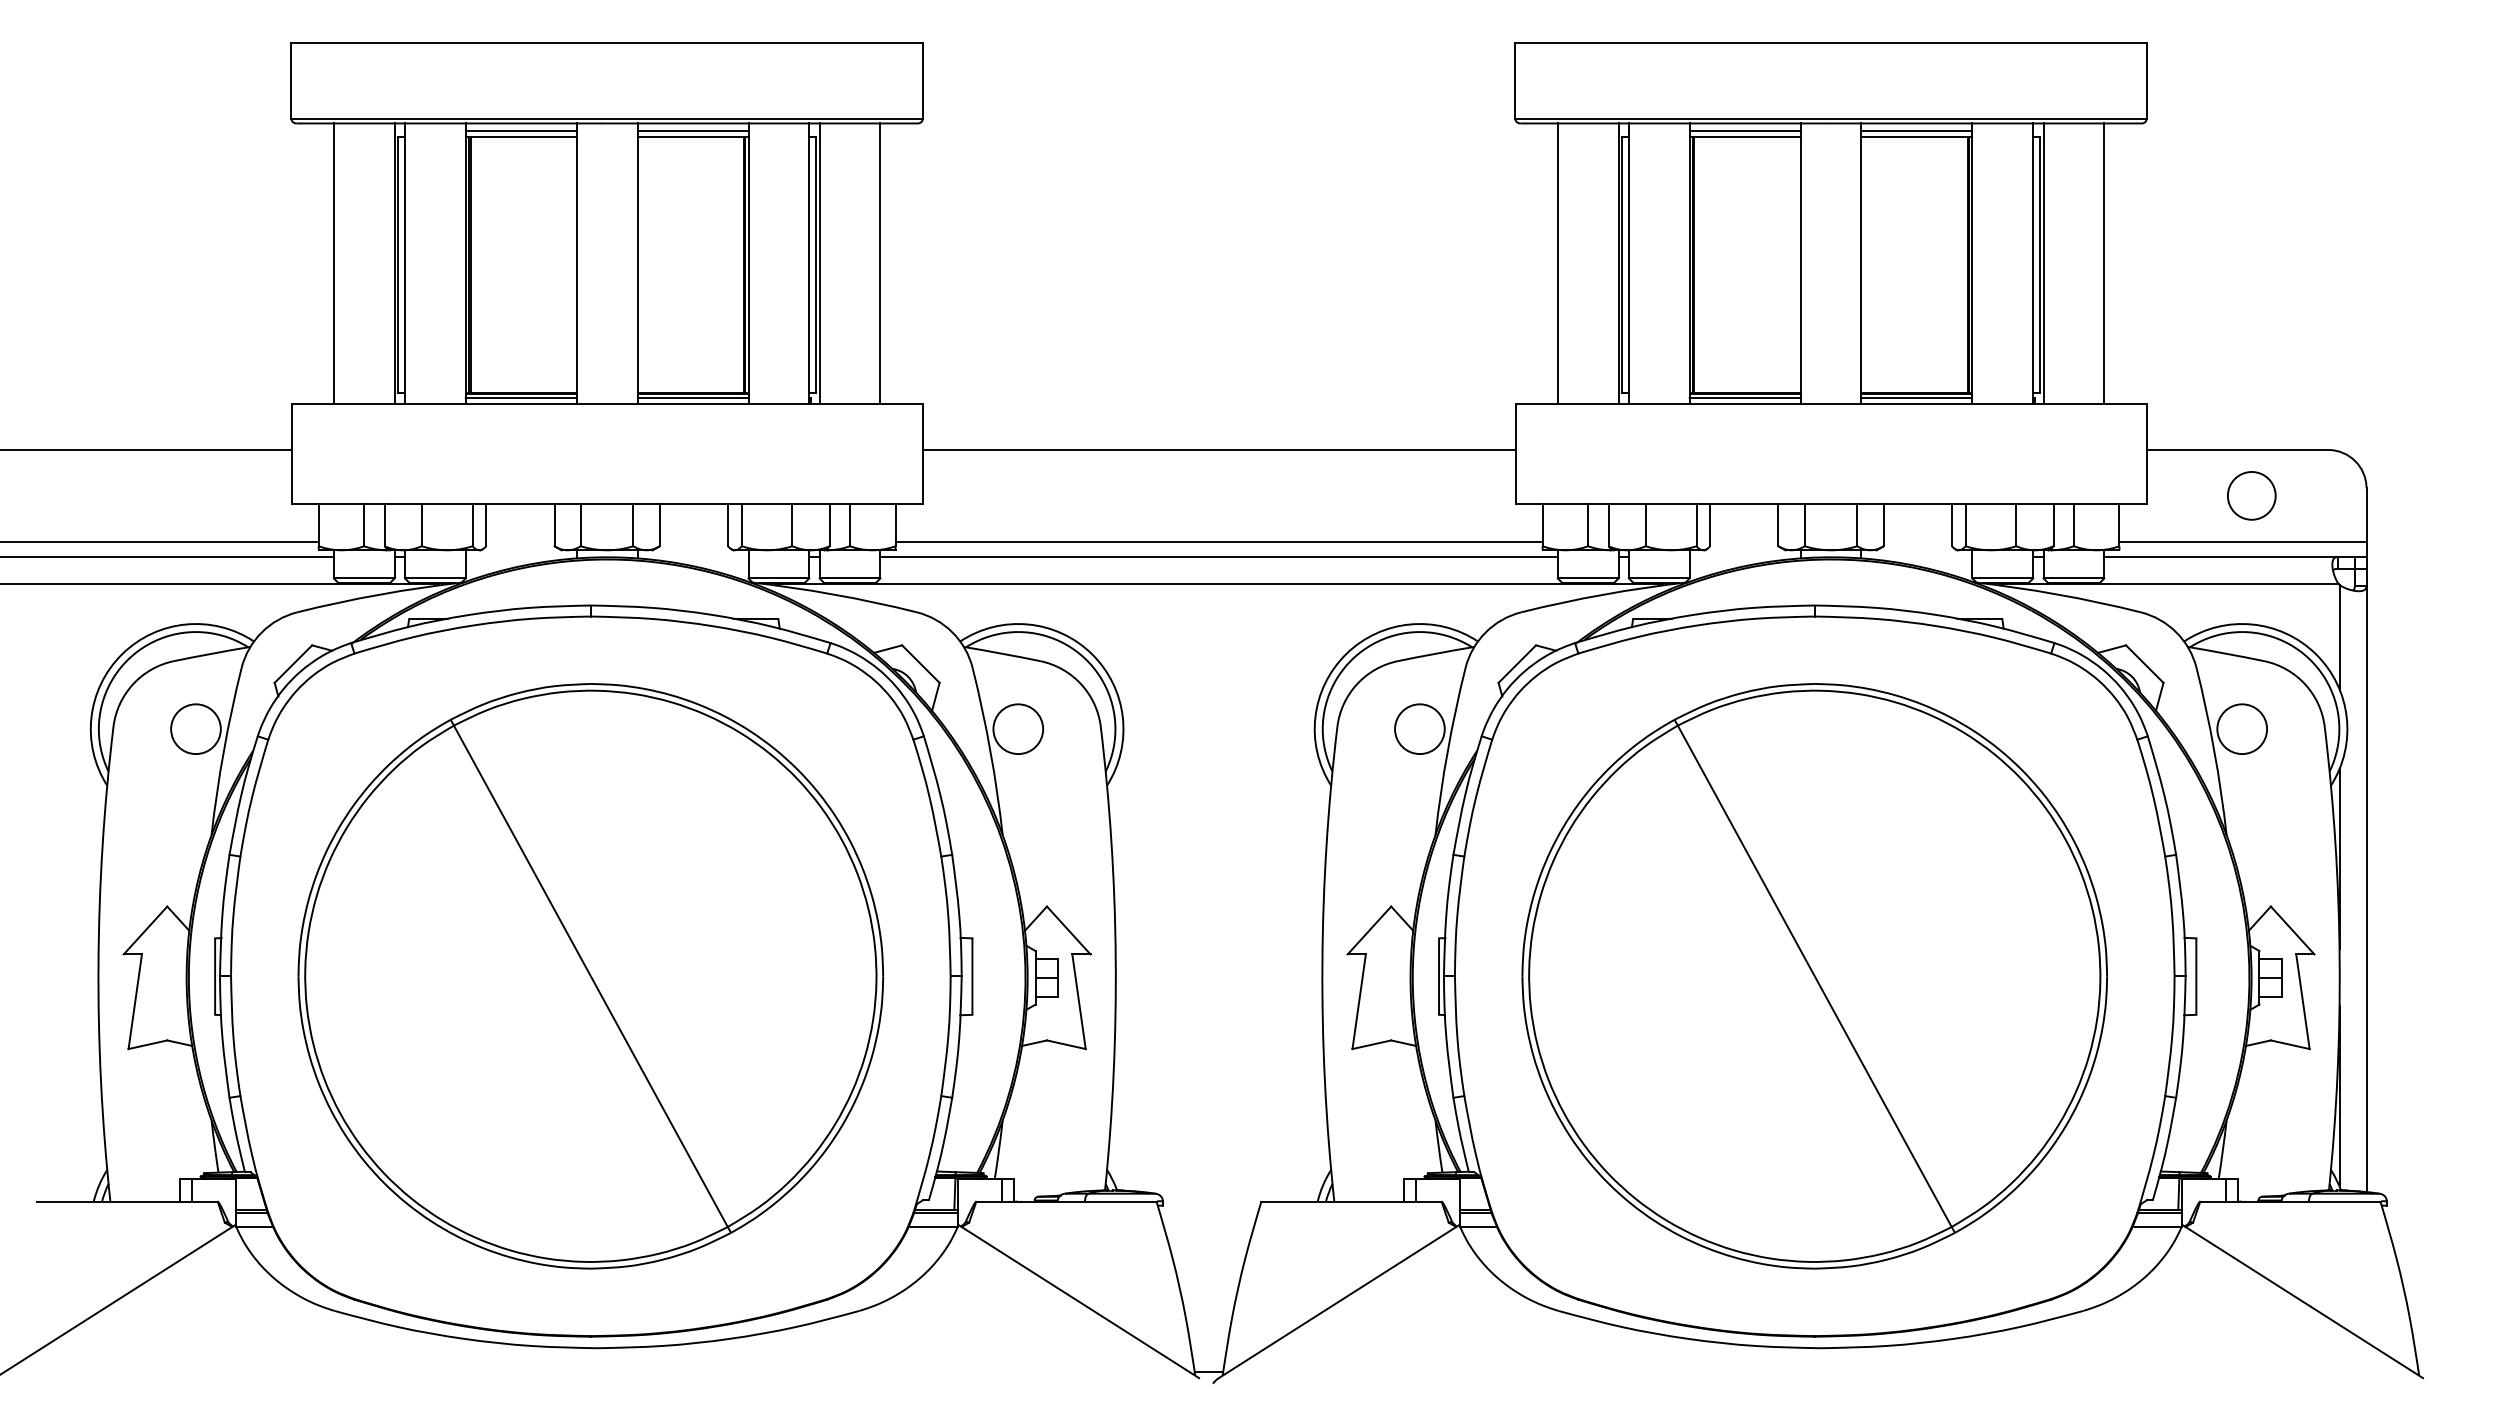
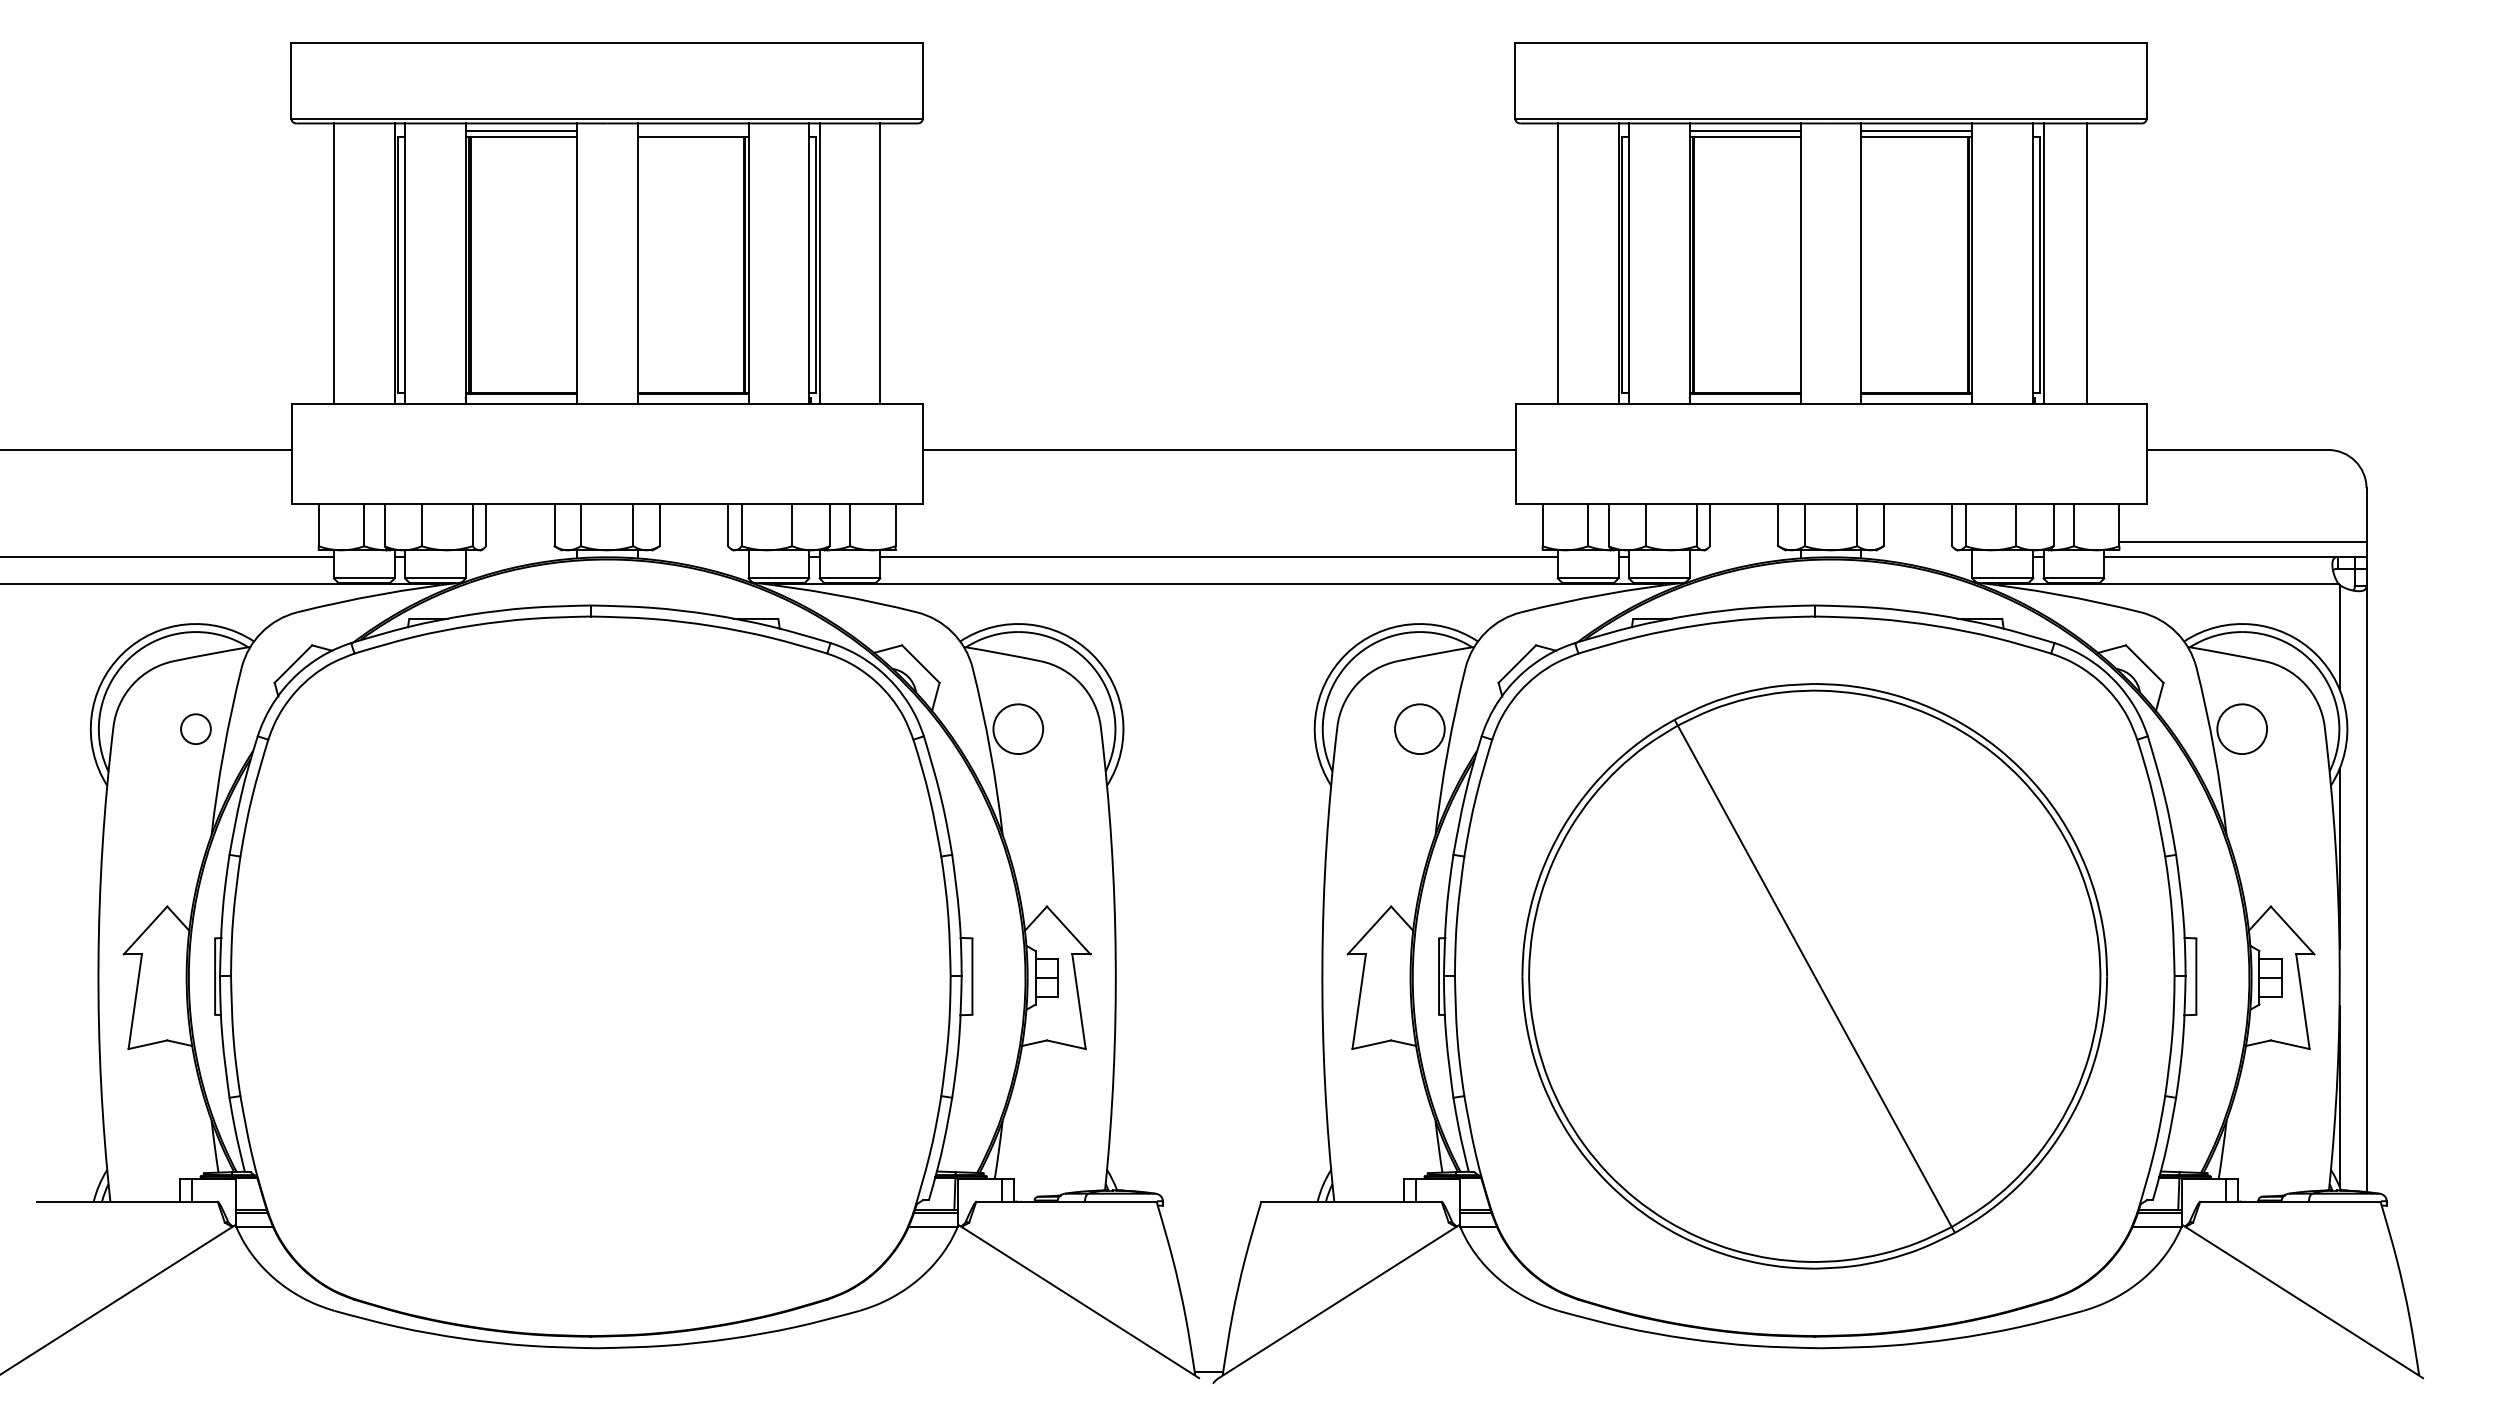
line at (692, 131): present -> none
line at (2104, 263) position: (2104, 263) -> (2087, 263)
line at (520, 398): present -> none
line at (692, 398): present -> none
line at (1744, 398): present -> none
line at (1916, 398): present -> none
circle at (2251, 495): present -> none
line at (160, 541): present -> none
line at (1218, 541): present -> none
circle at (195, 729) diameter: 50 px -> 30 px
part at (590, 976): present -> none
